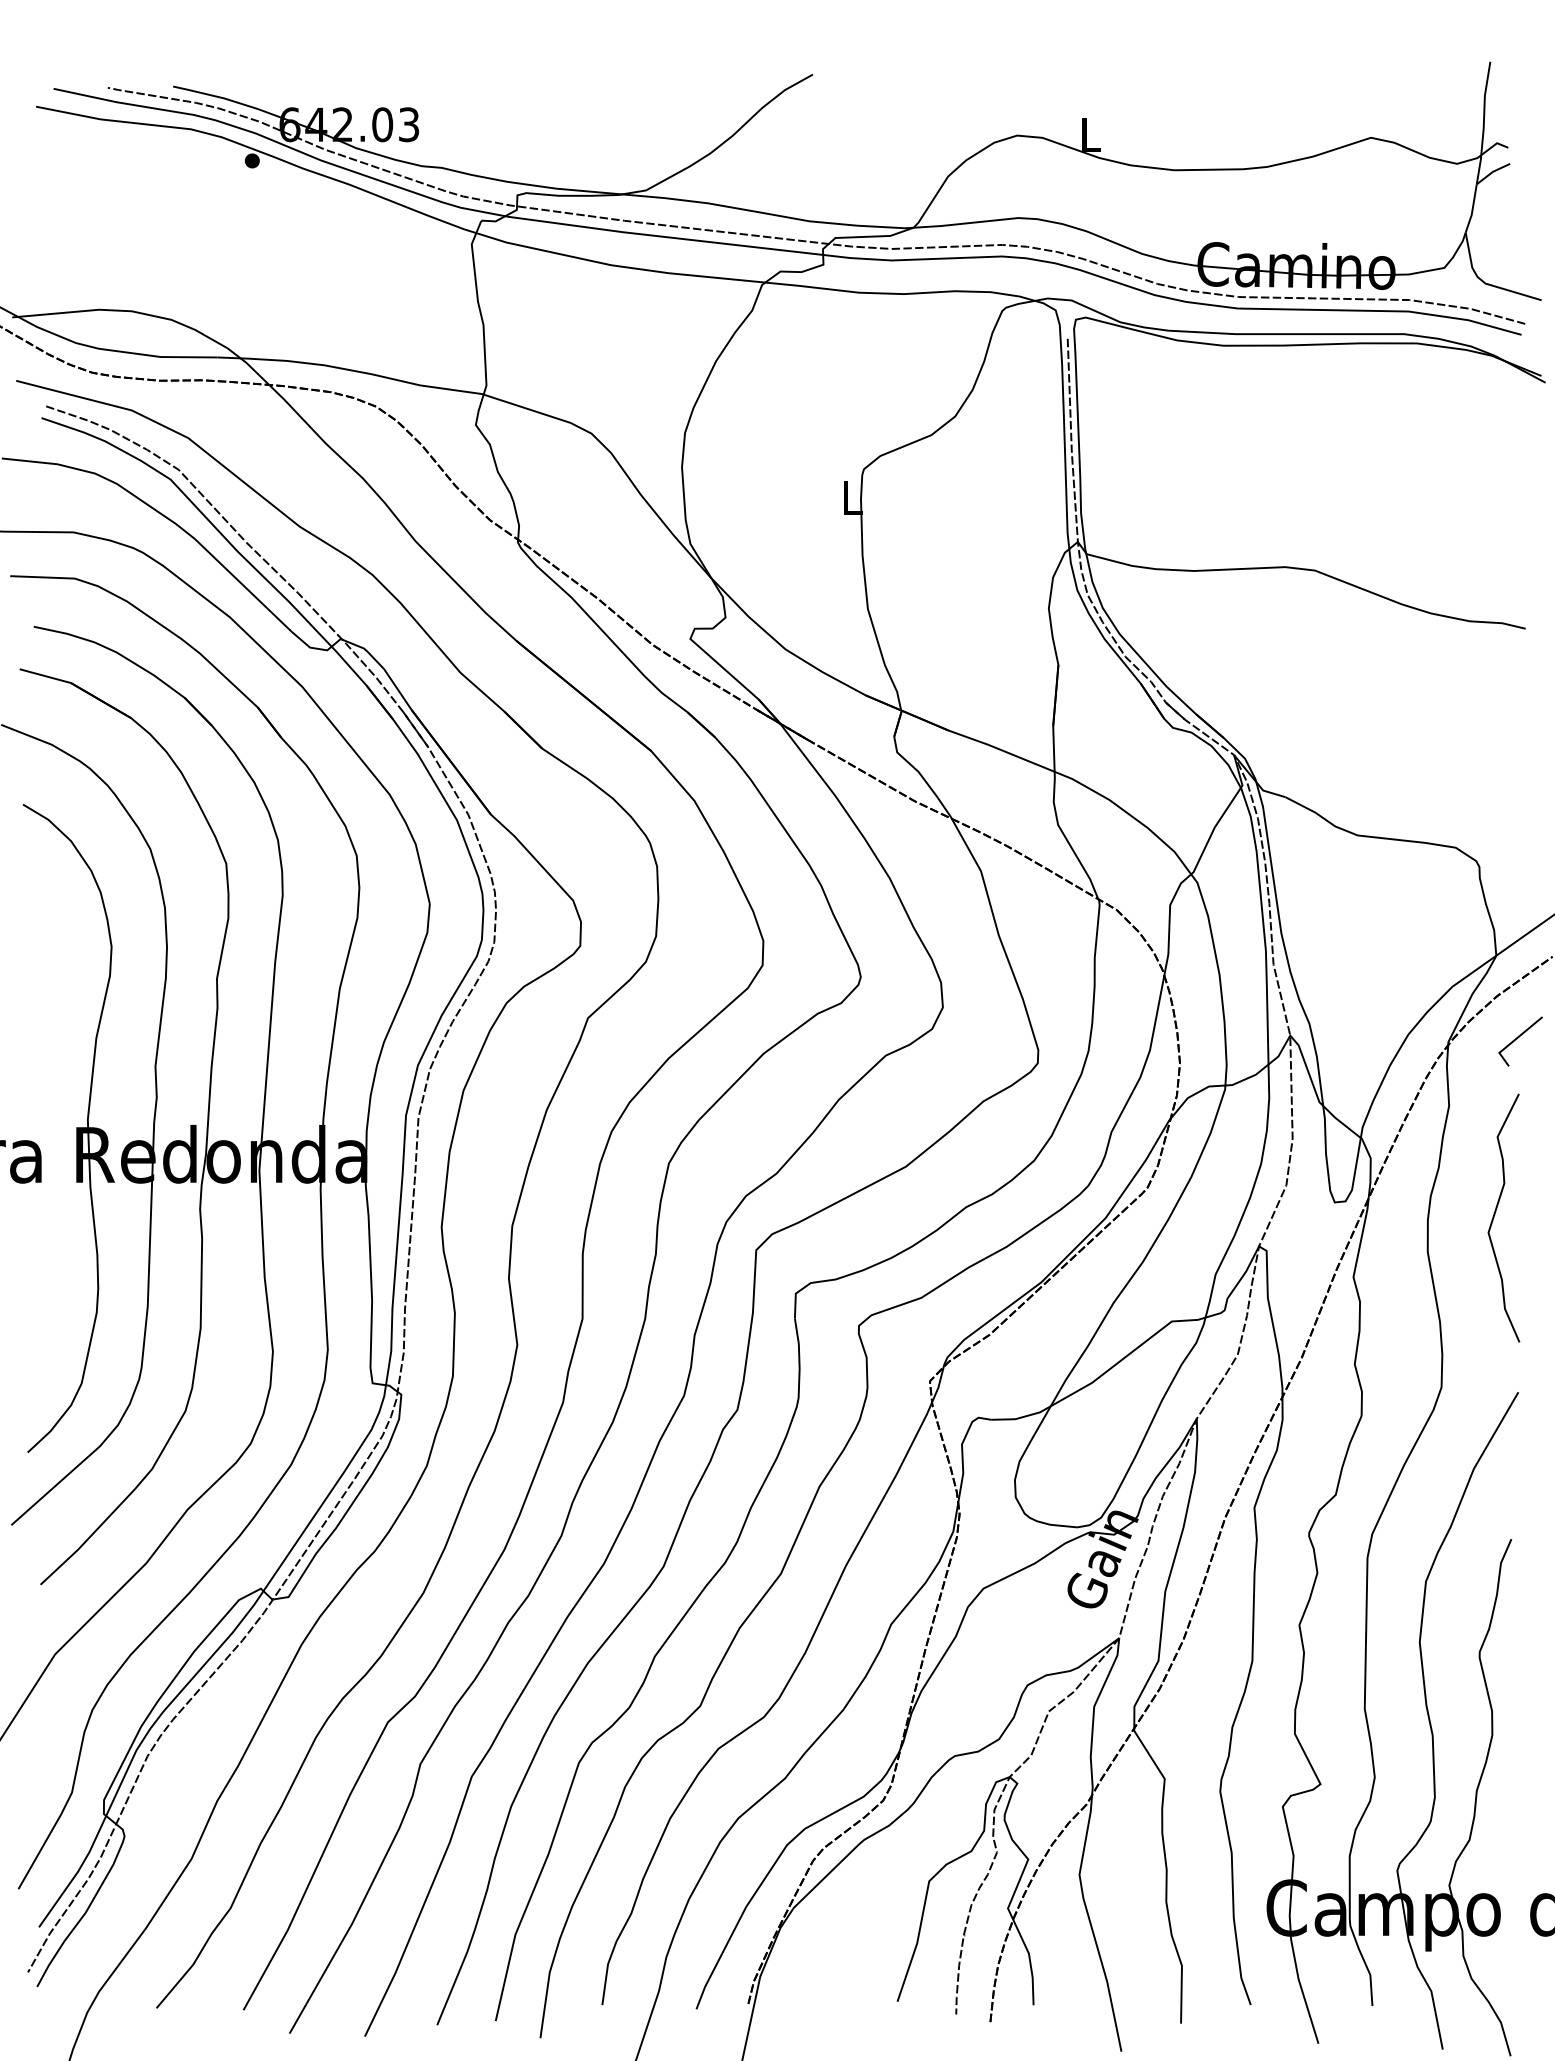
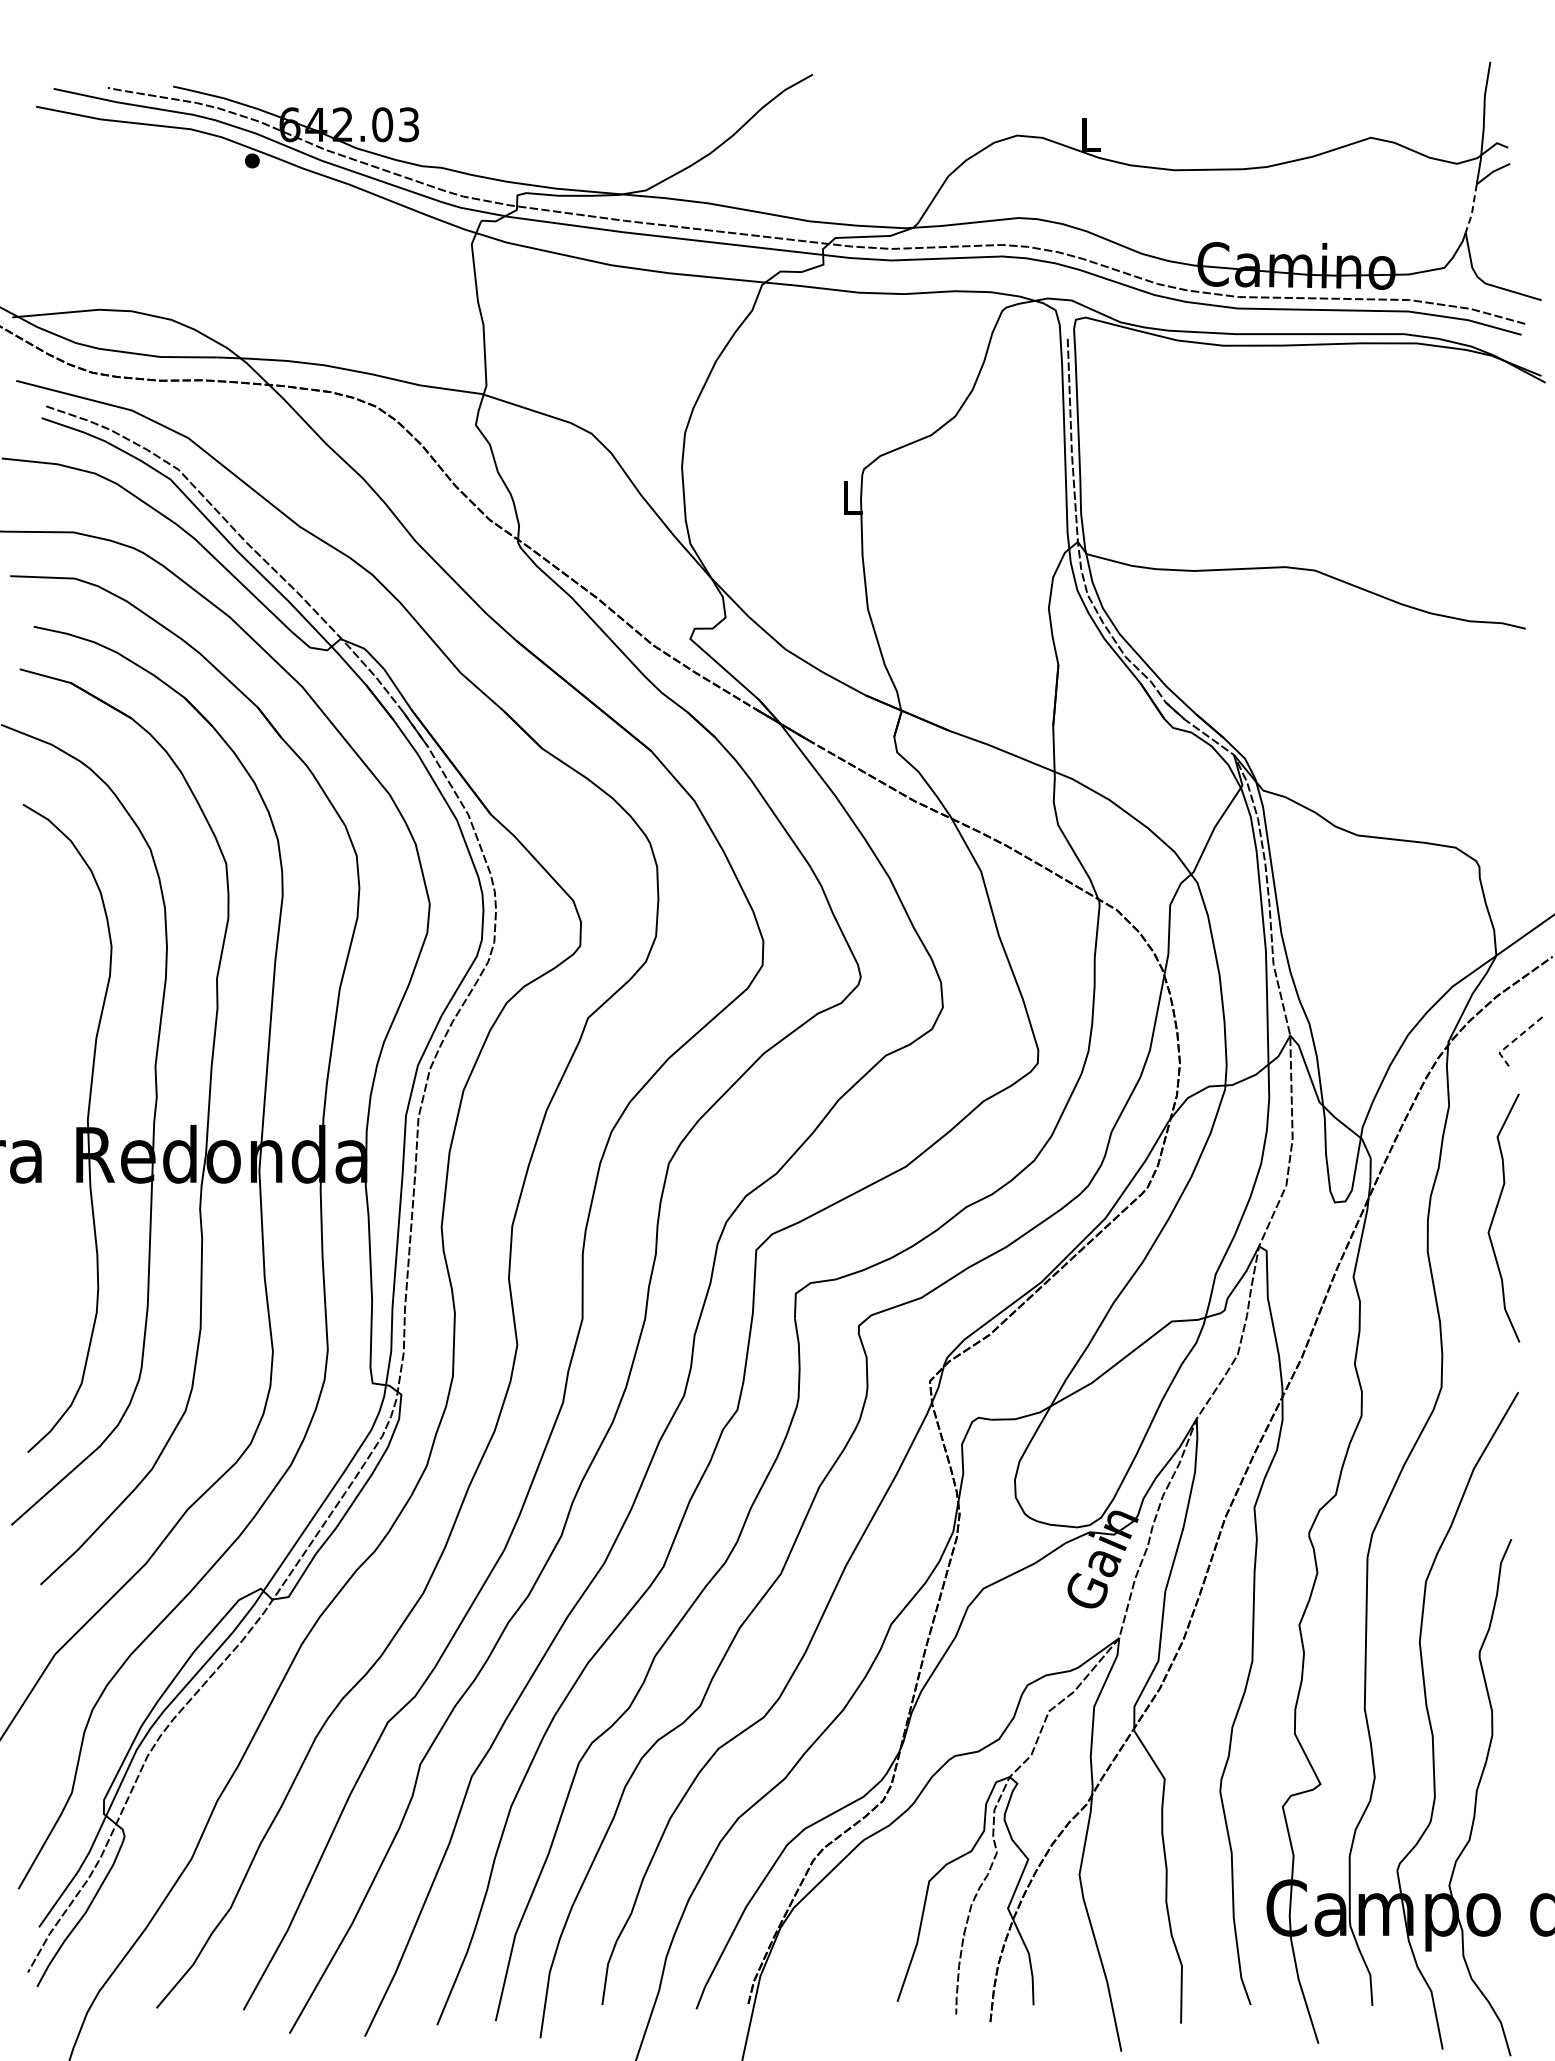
line at (1472, 209): solid -> dashed
line at (1513, 1040): solid -> dashed
